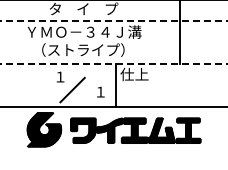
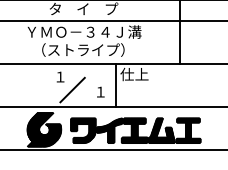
line at (114, 21): dashed -> solid
line at (114, 64): dashed -> solid
line at (113, 150): none -> present
